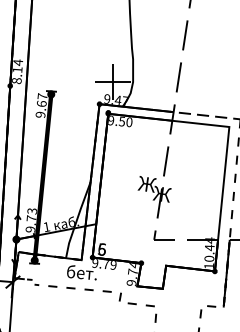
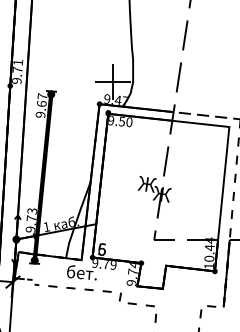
text at (17, 71): 8.14 -> 9.71
